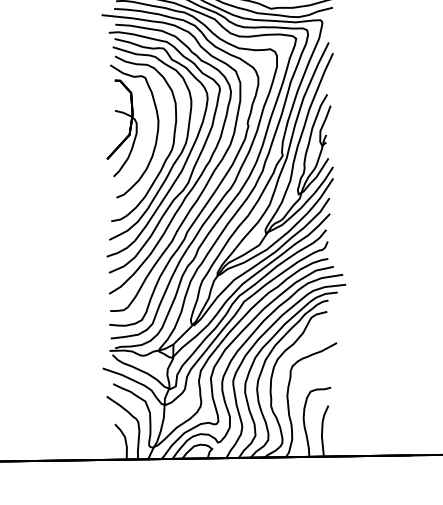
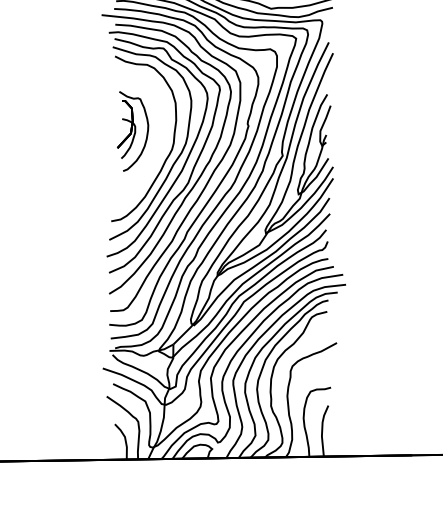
part at (132, 131) size: 54x135 px -> 33x81 px
